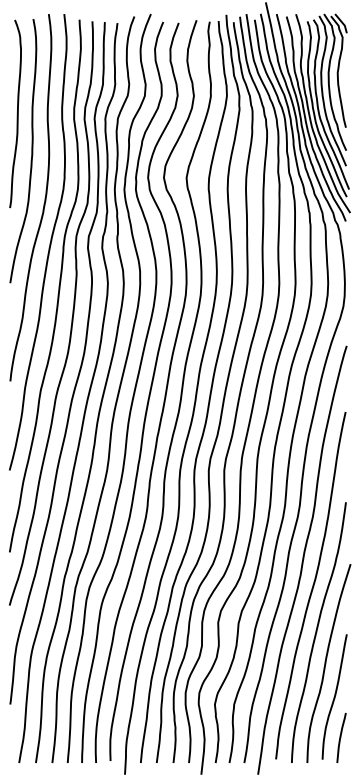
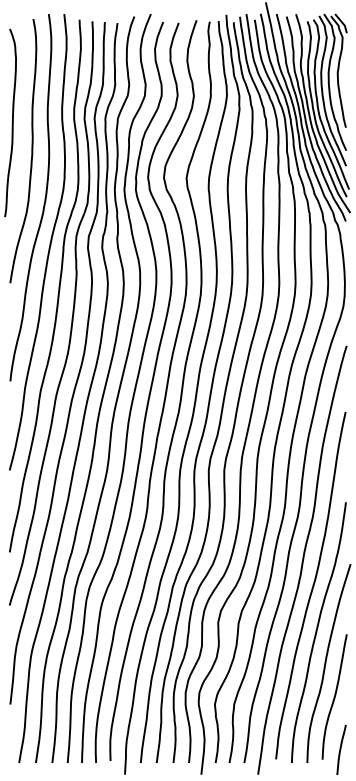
curve at (16, 114) position: (16, 114) -> (11, 123)
curve at (341, 737) position: (341, 737) -> (341, 749)
